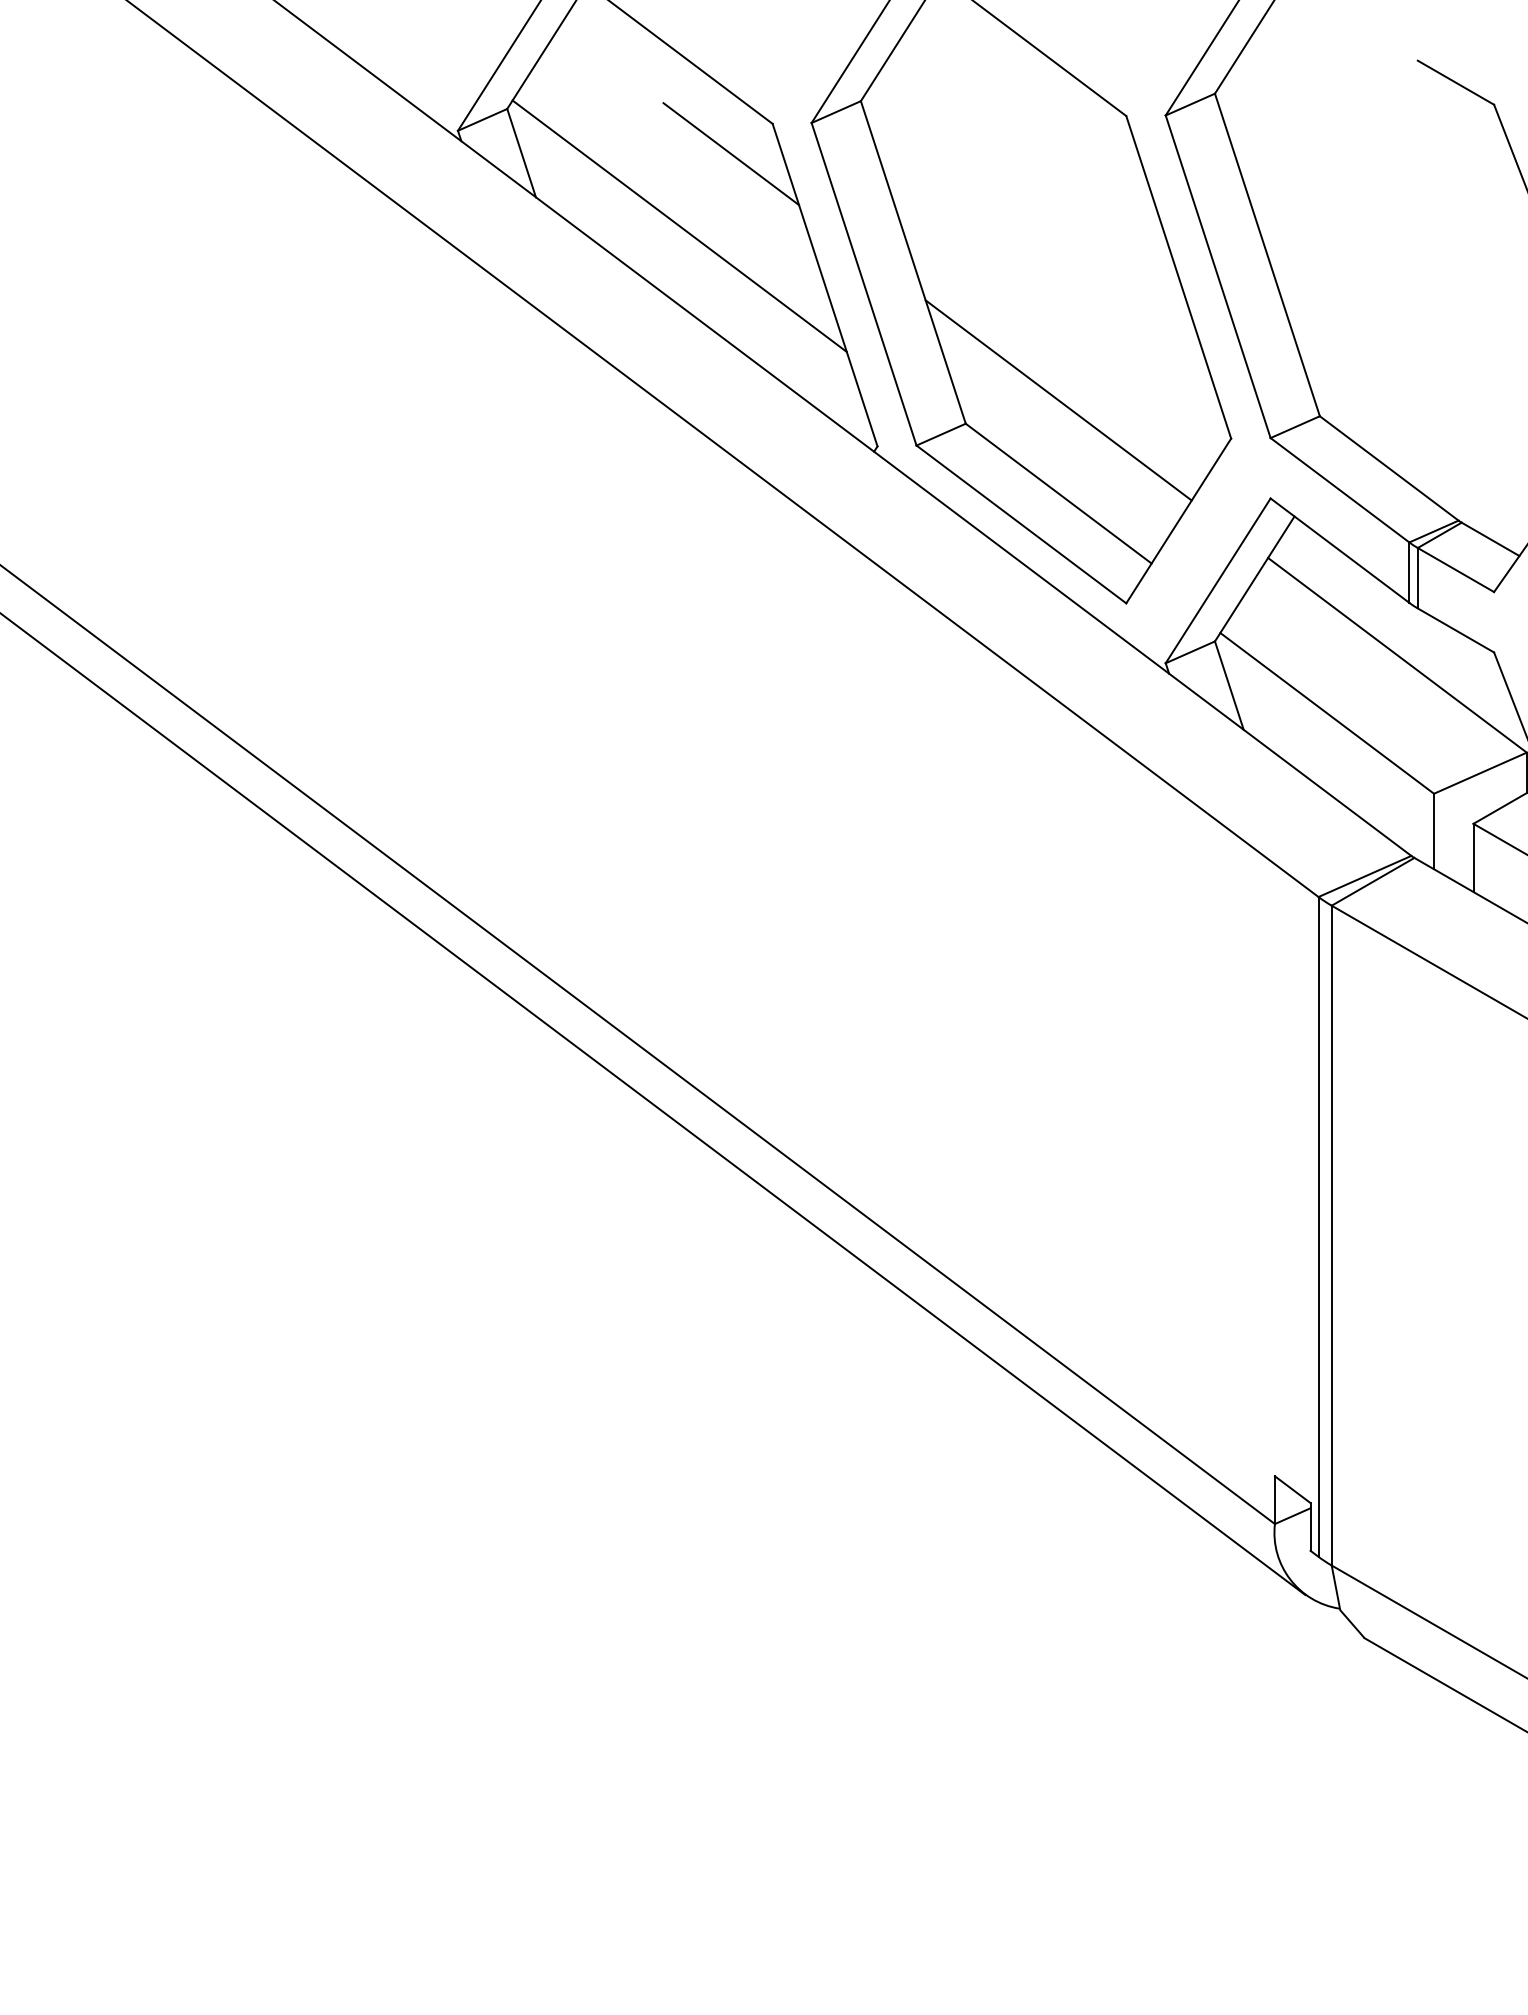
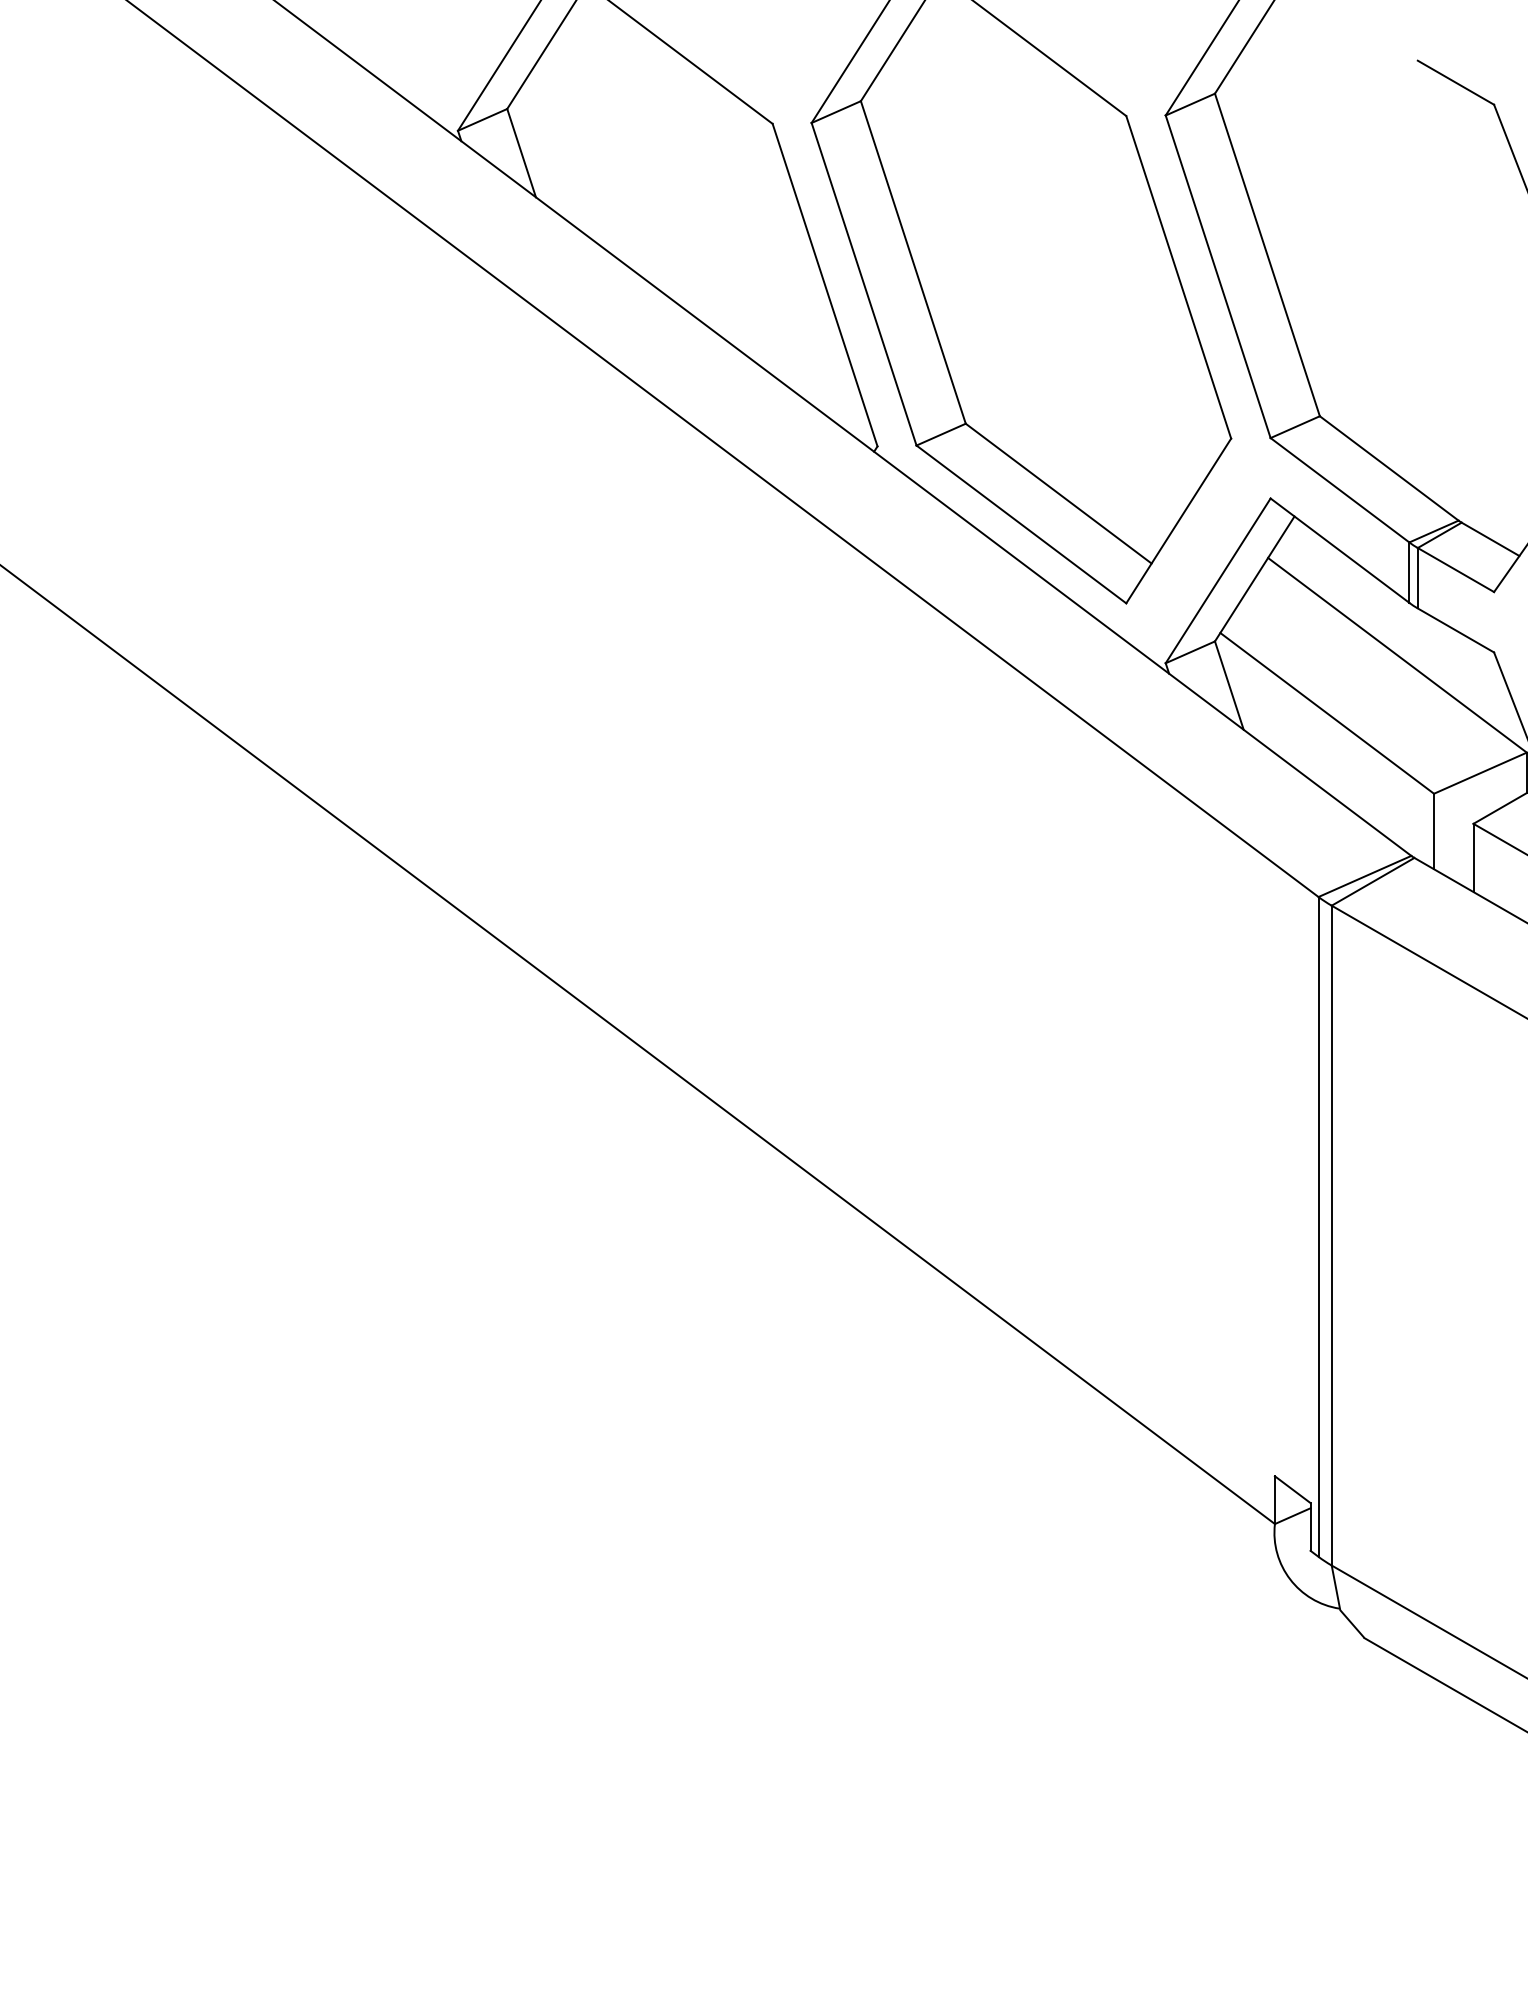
line at (731, 154): present -> none
line at (679, 225): present -> none
line at (1058, 400): present -> none
line at (653, 1104): present -> none
